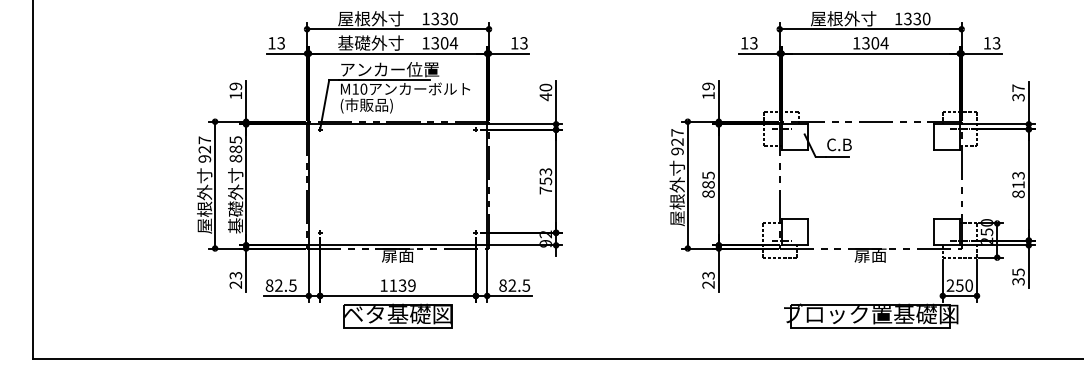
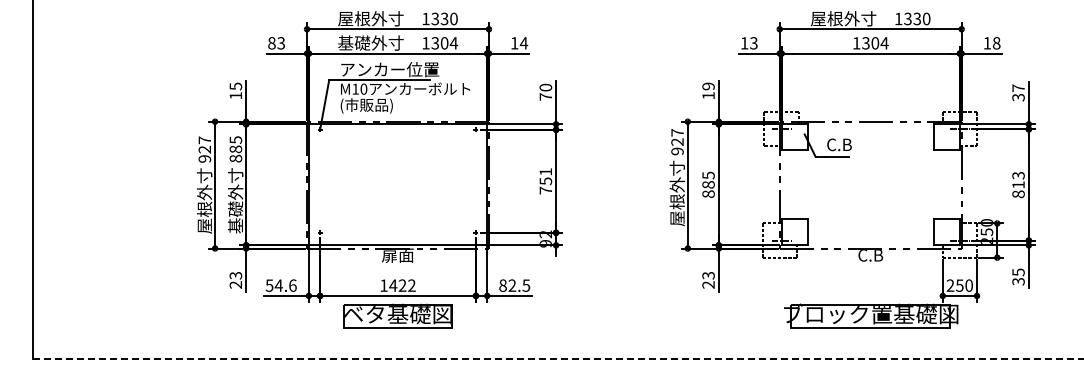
text at (271, 43): 13 -> 83
text at (523, 43): 13 -> 14
text at (996, 43): 13 -> 18
text at (235, 86): 19 -> 15
text at (545, 96): 40 -> 70
text at (545, 171): 753 -> 751
text at (870, 255): 扉面 -> C.B
text at (280, 285): 82.5 -> 54.6
text at (402, 285): 1139 -> 1422
line at (558, 358): solid -> dashed
